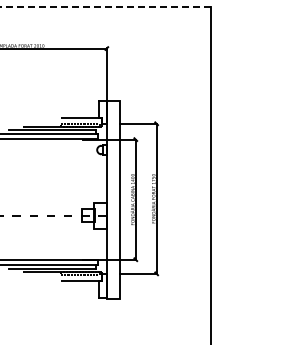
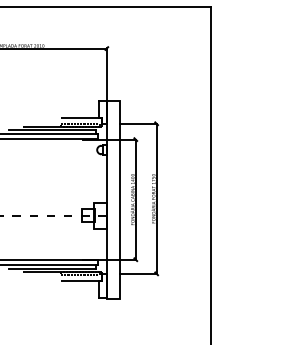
line at (105, 6): dashed -> solid
